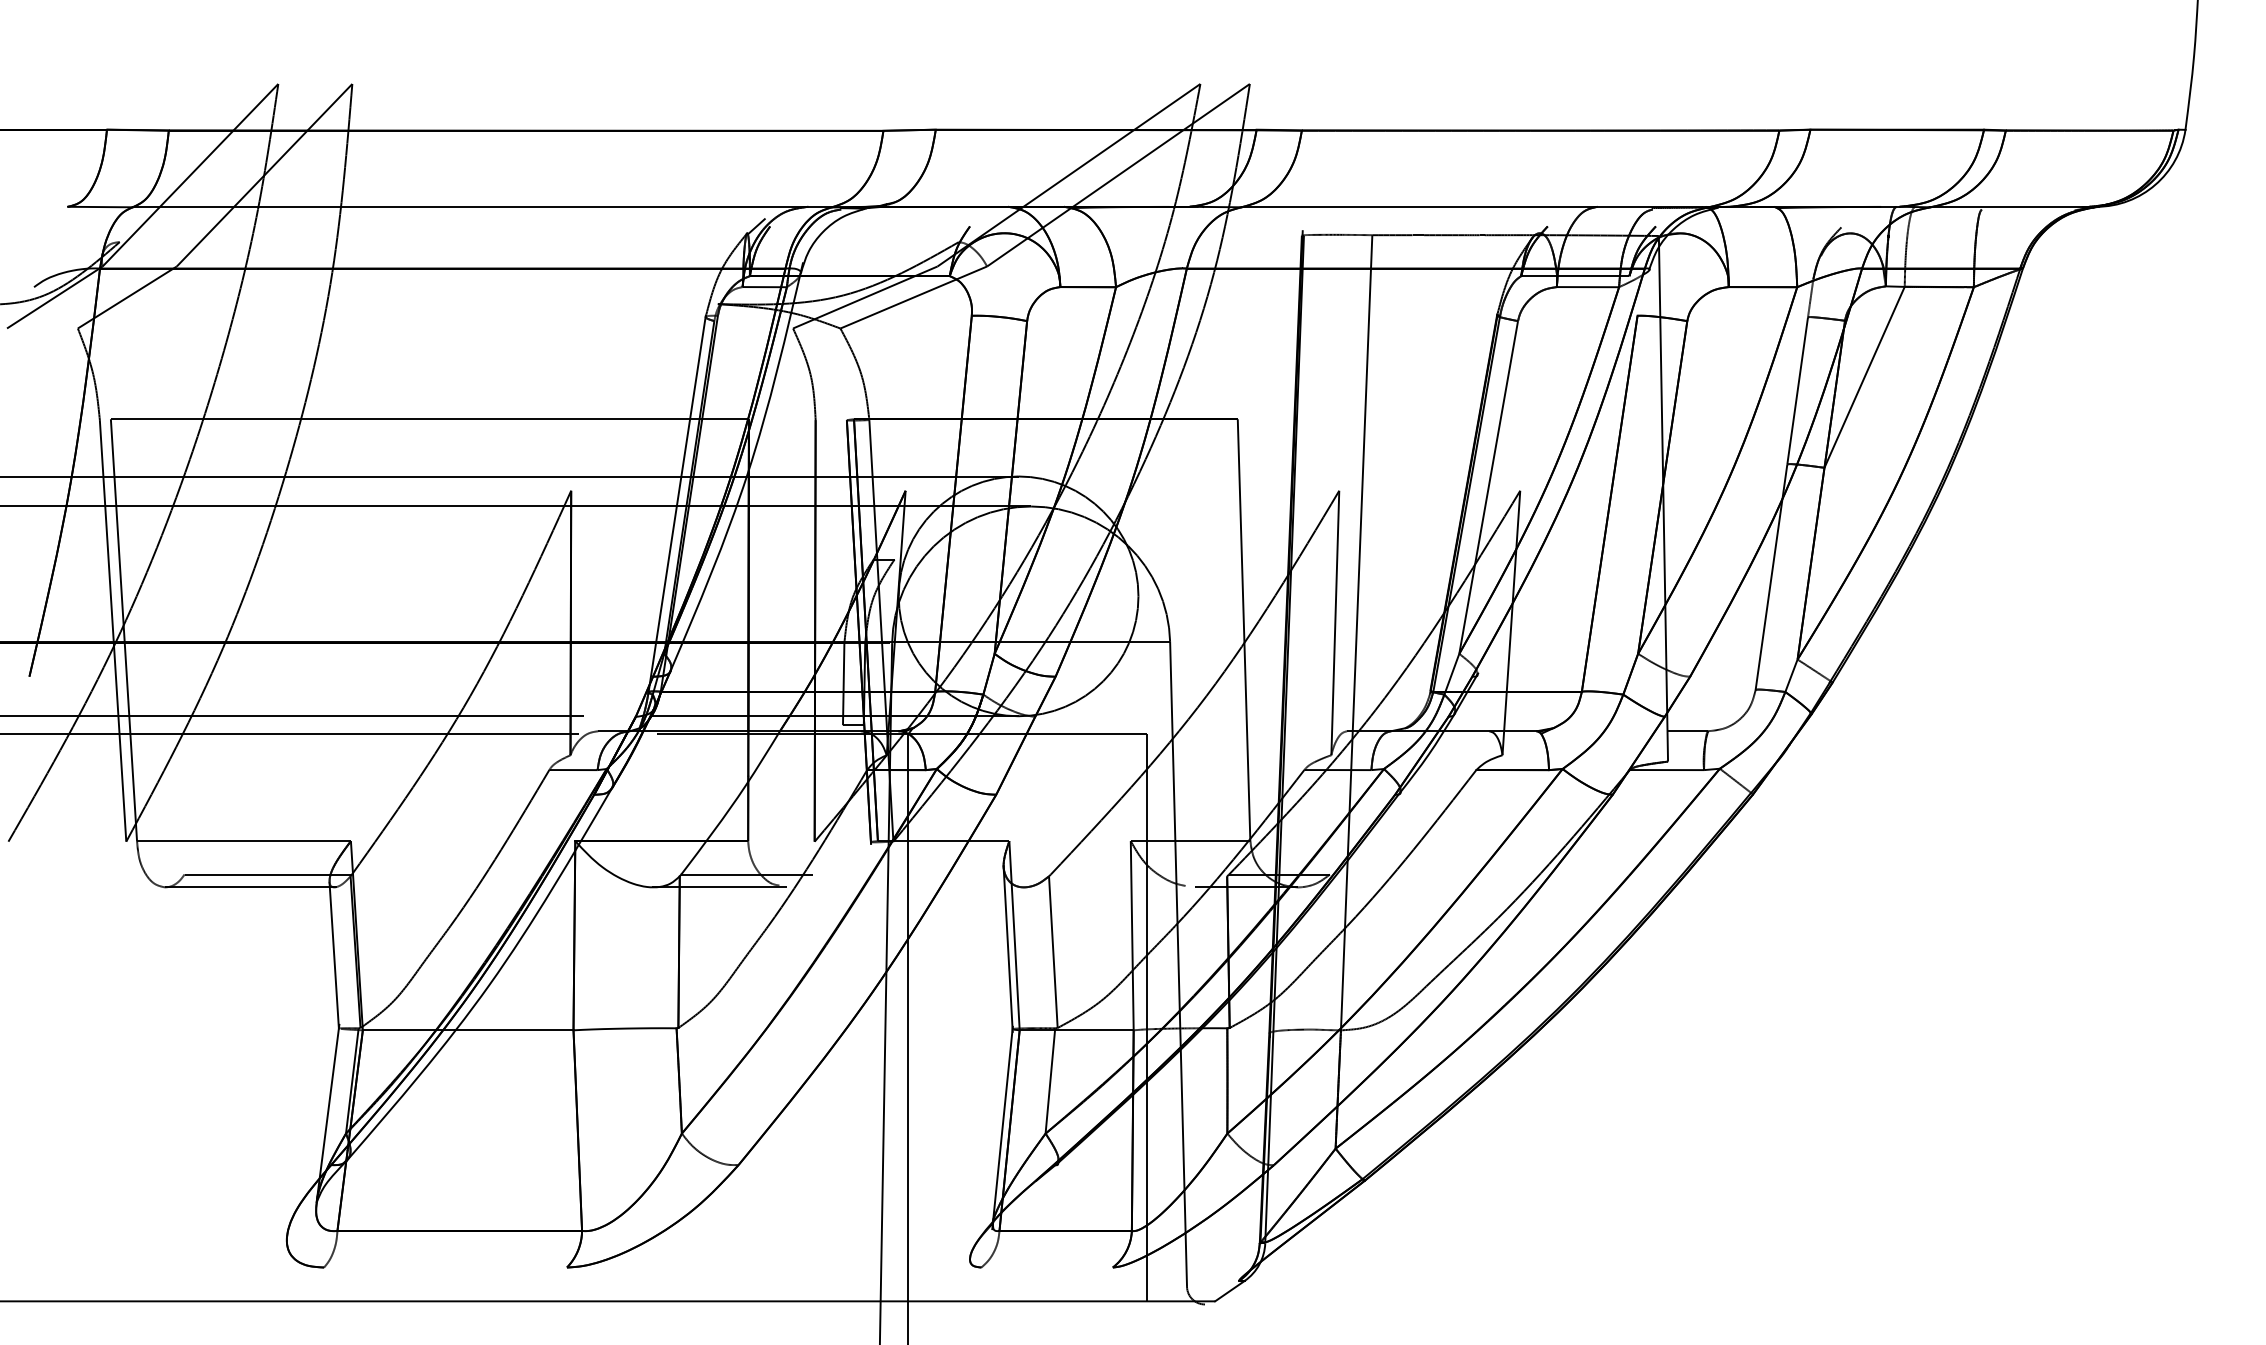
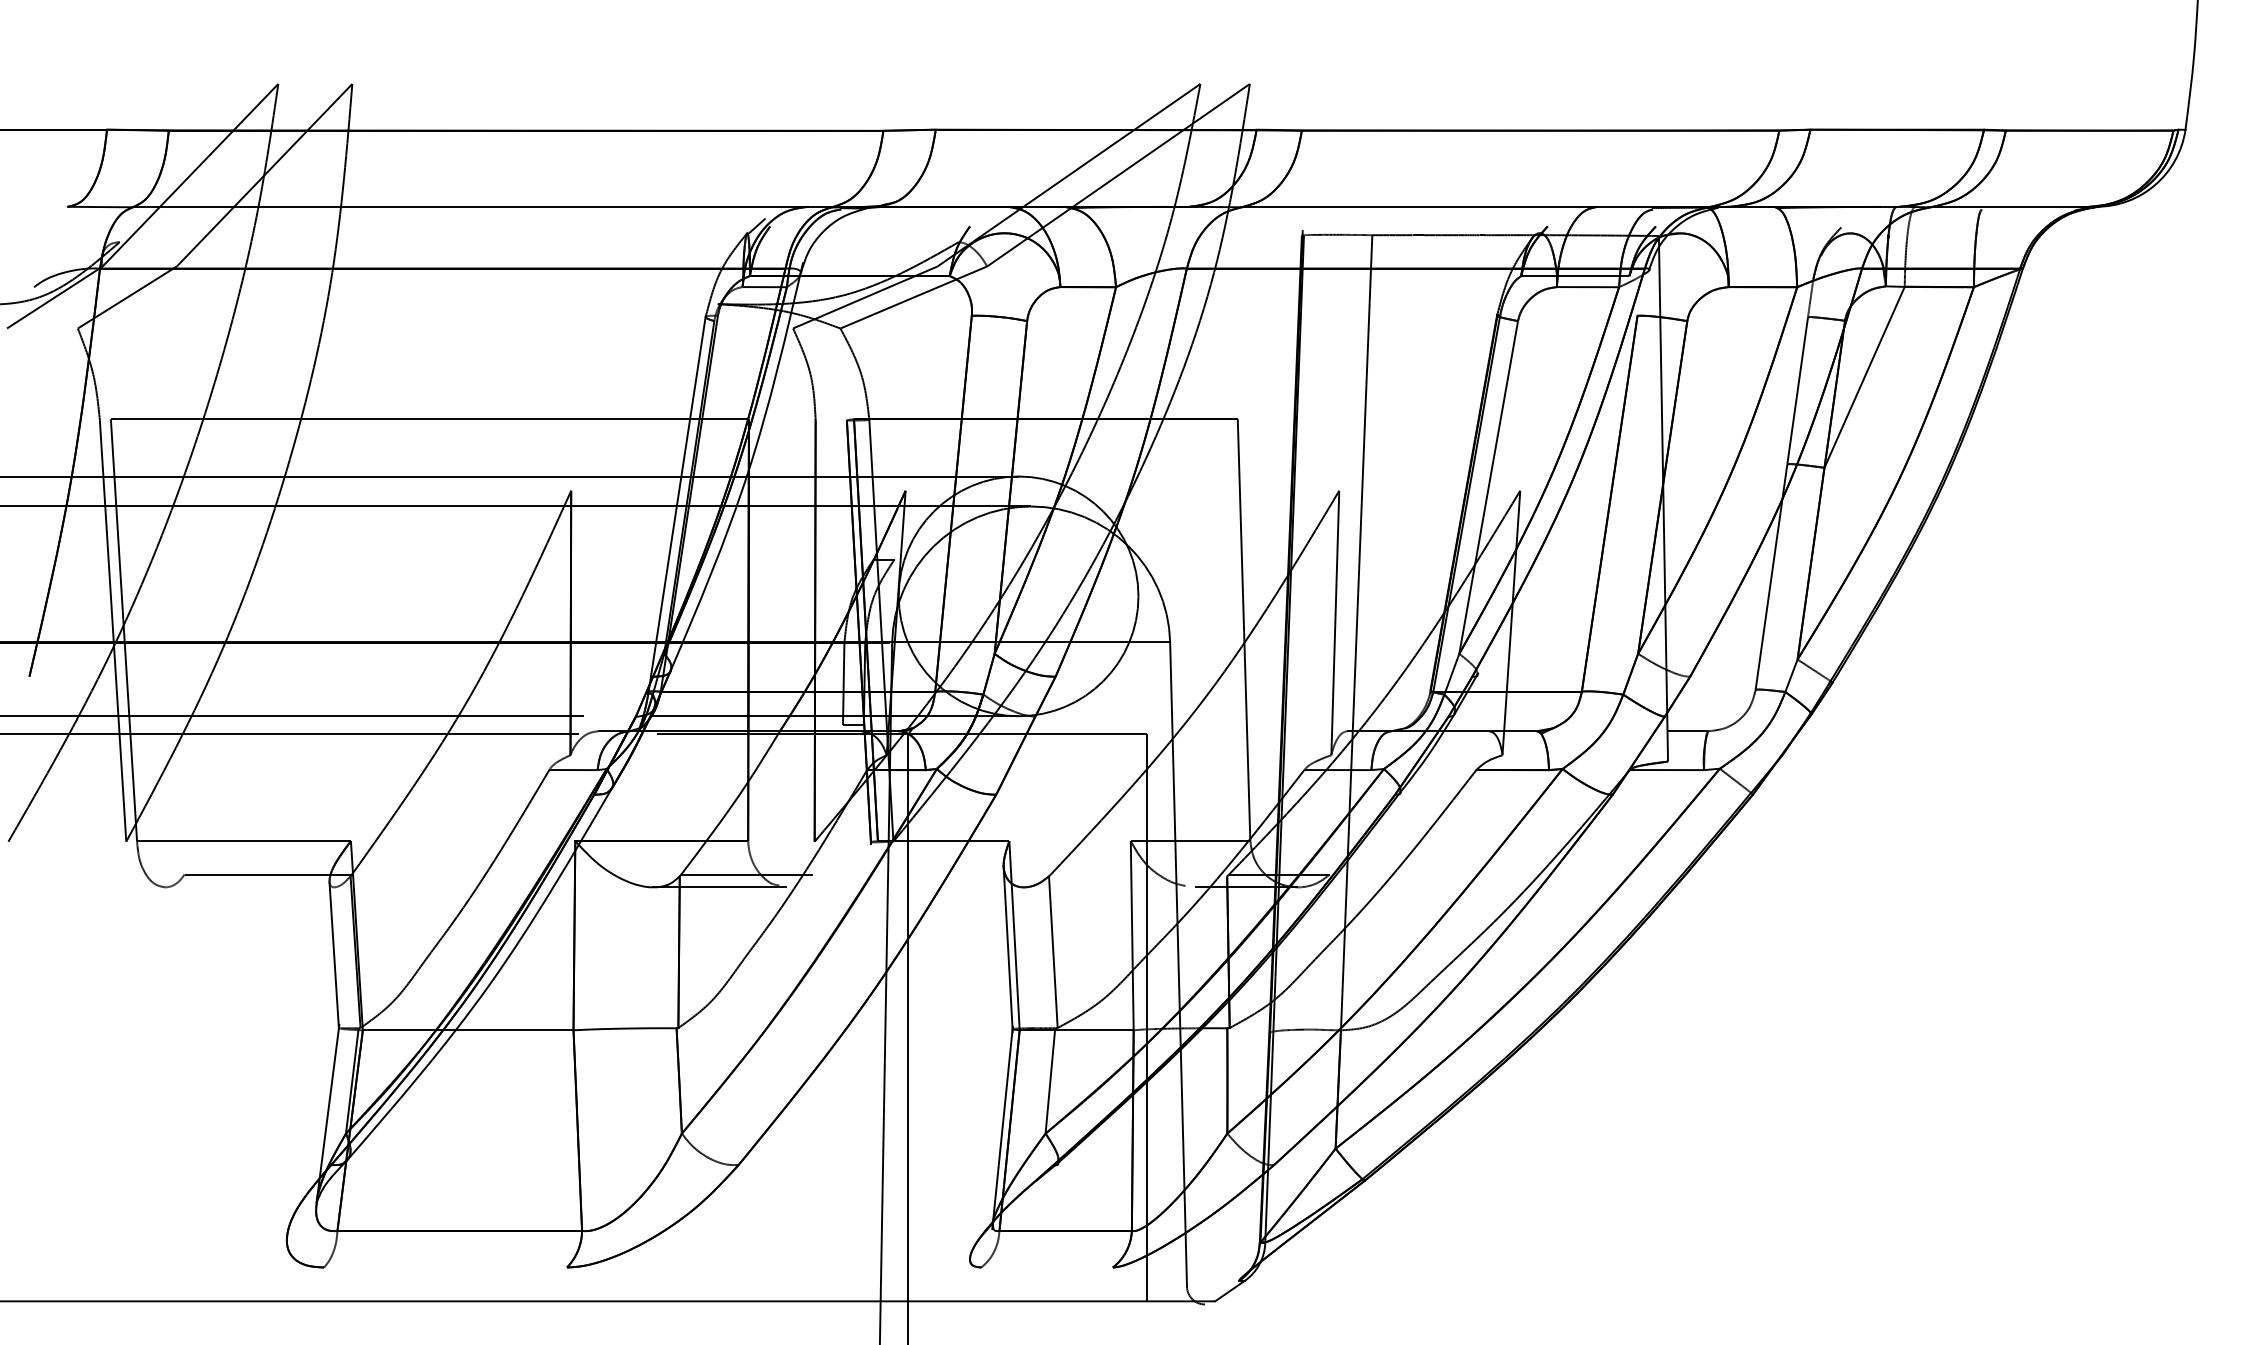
line at (251, 887): present -> none
